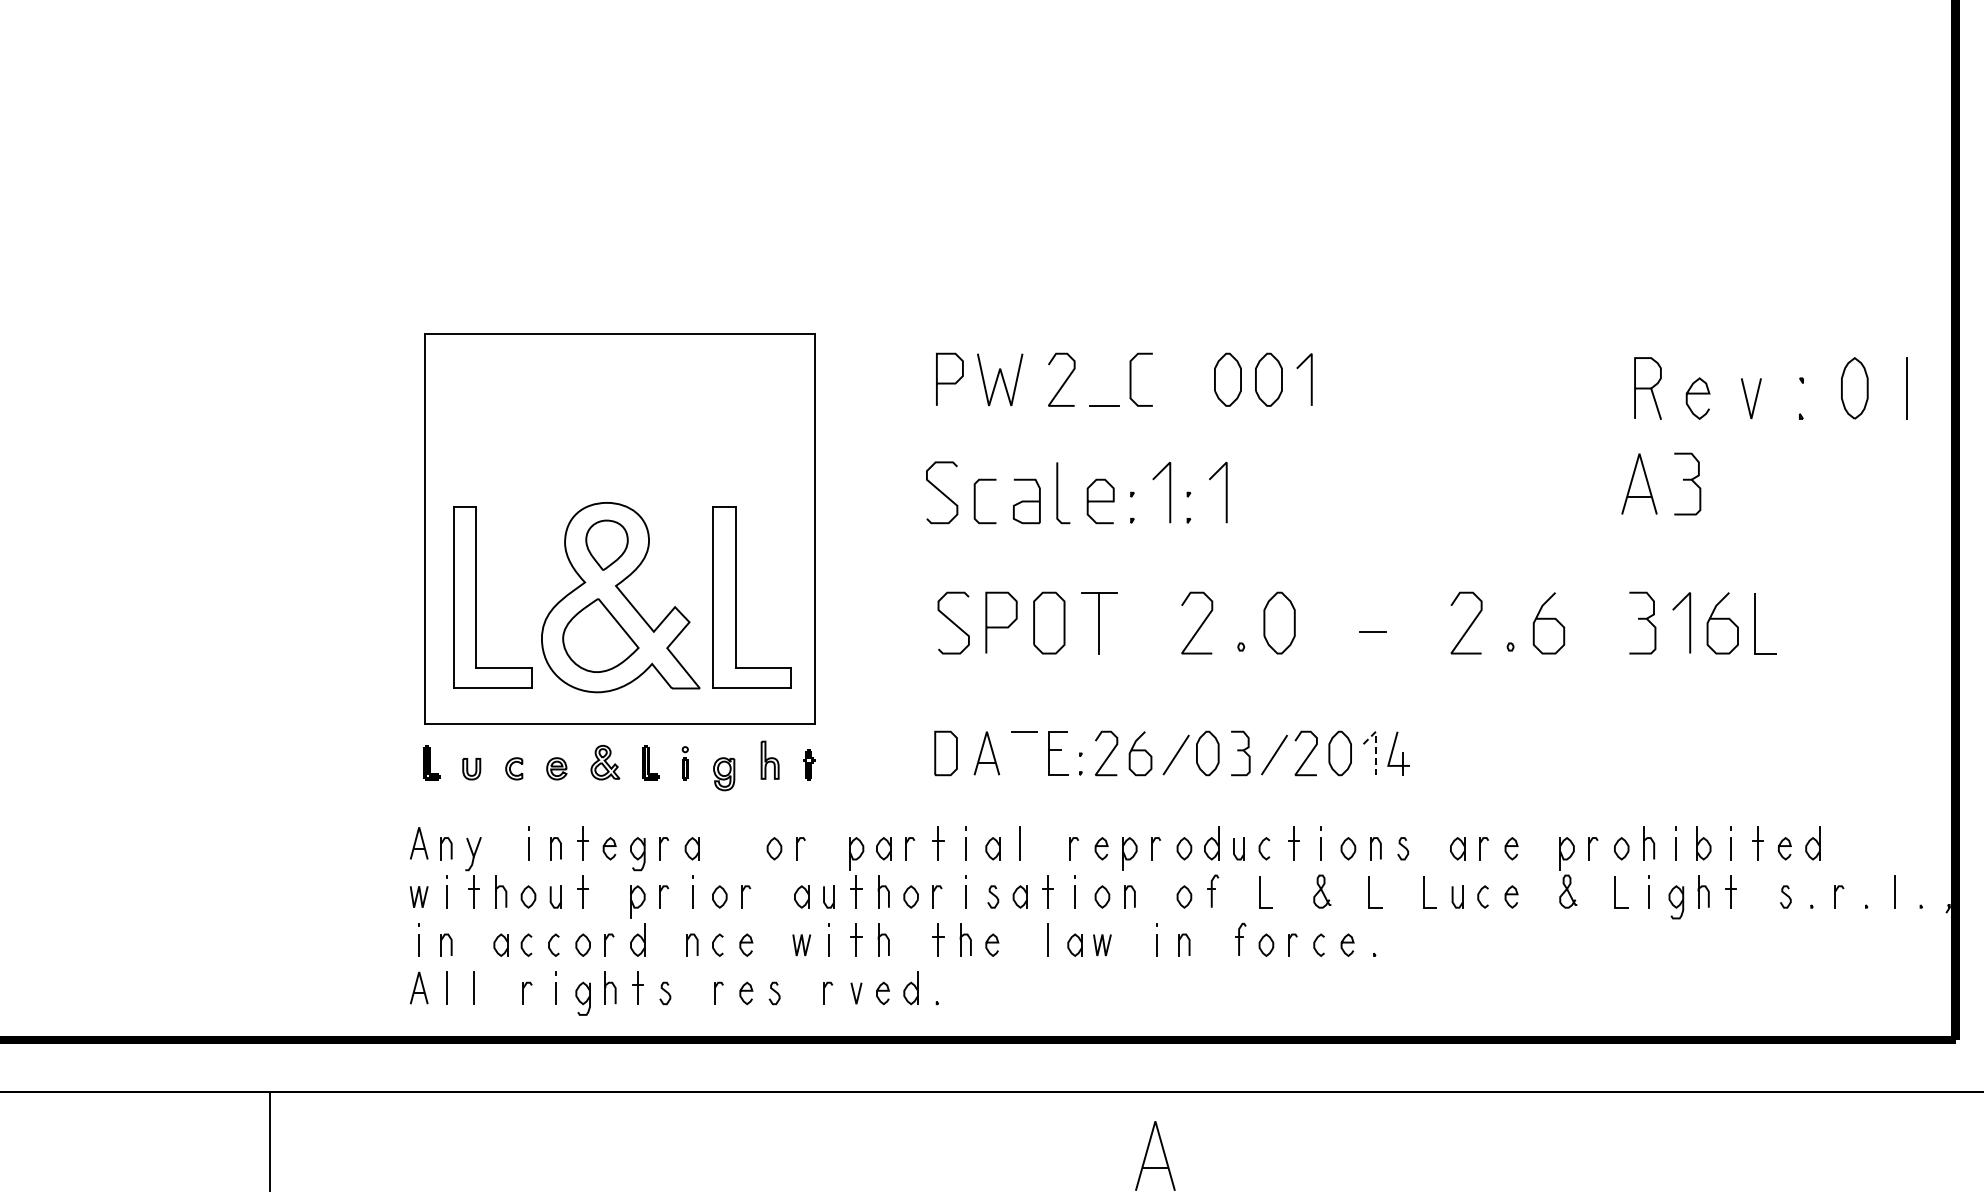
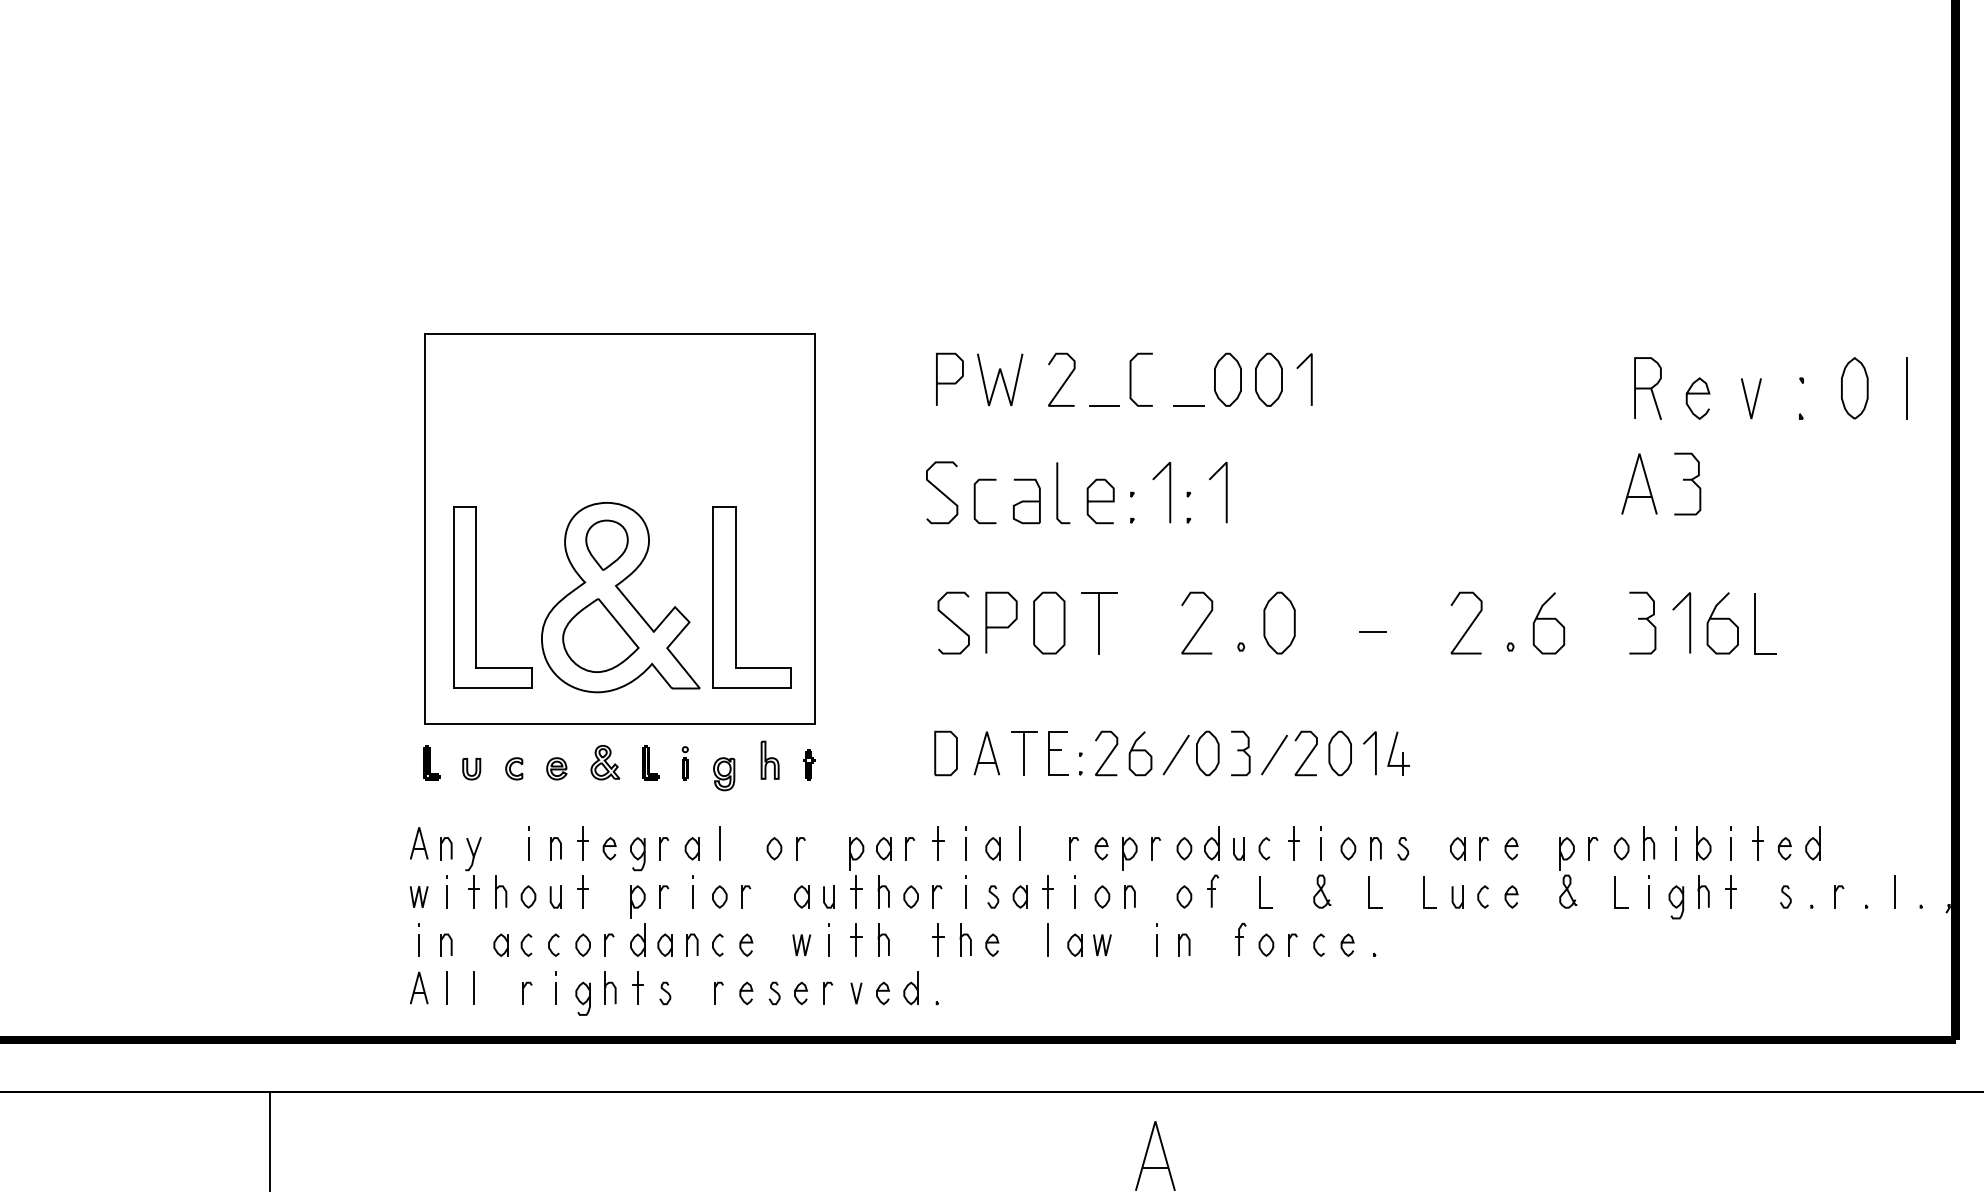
line at (1188, 405): none -> present
line at (1375, 744): dashed -> solid
line at (1024, 753): none -> present
line at (719, 843): none -> present
part at (664, 944): none -> present
curve at (800, 991): none -> present
